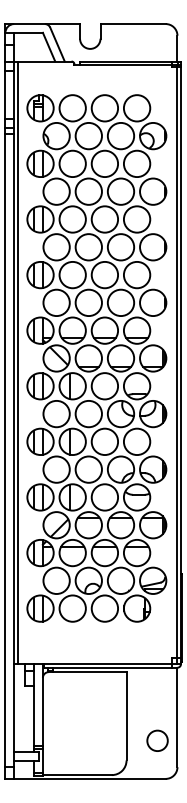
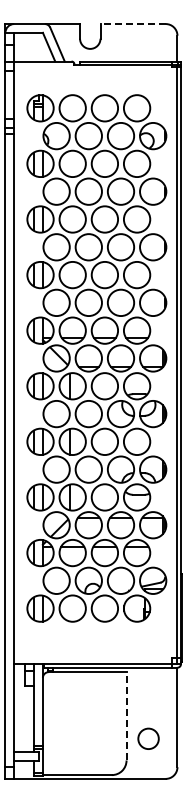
line at (133, 24): solid -> dashed
line at (17, 362): present -> none
line at (126, 715): solid -> dashed
circle at (157, 740) position: (157, 740) -> (148, 738)
